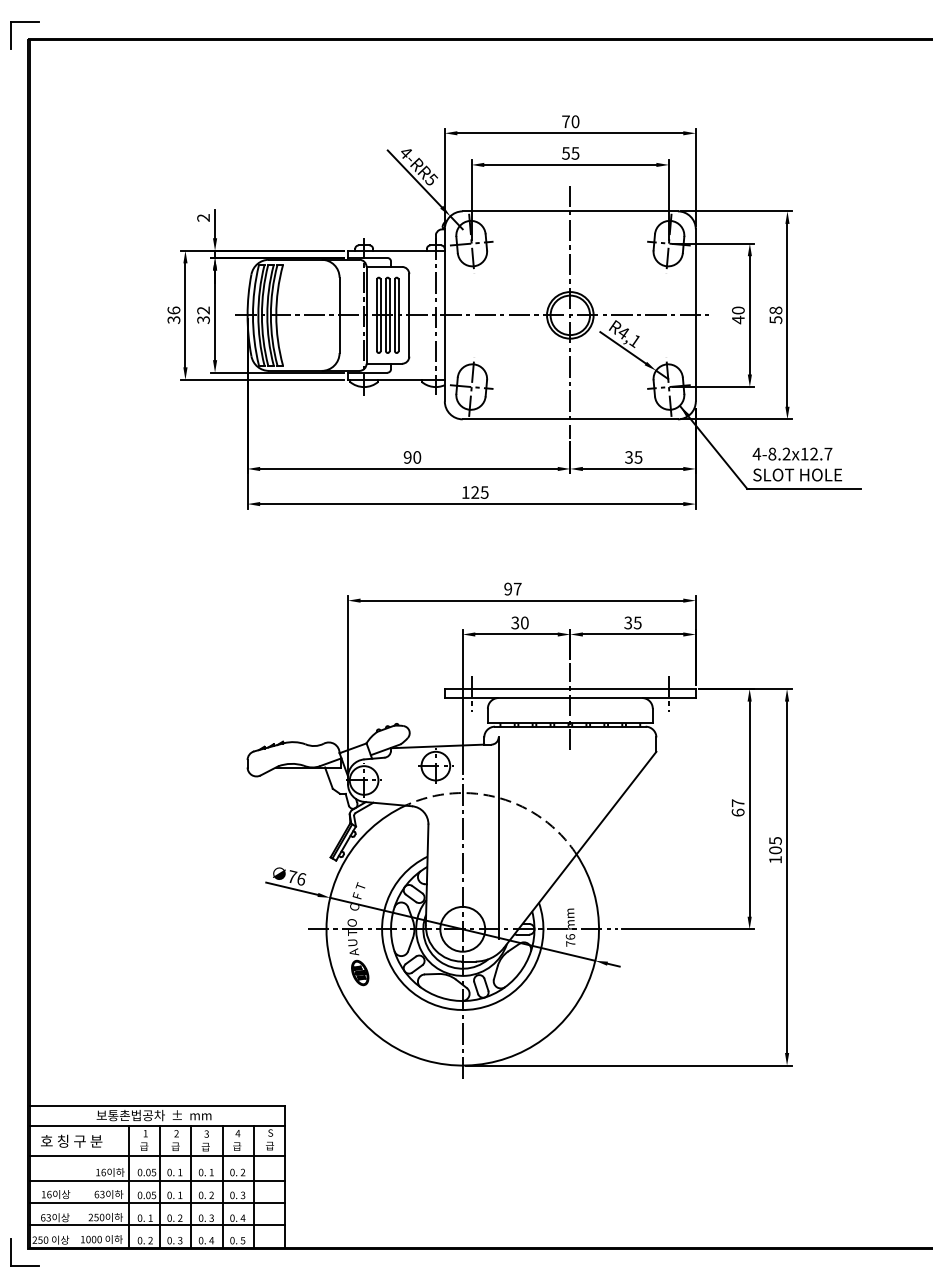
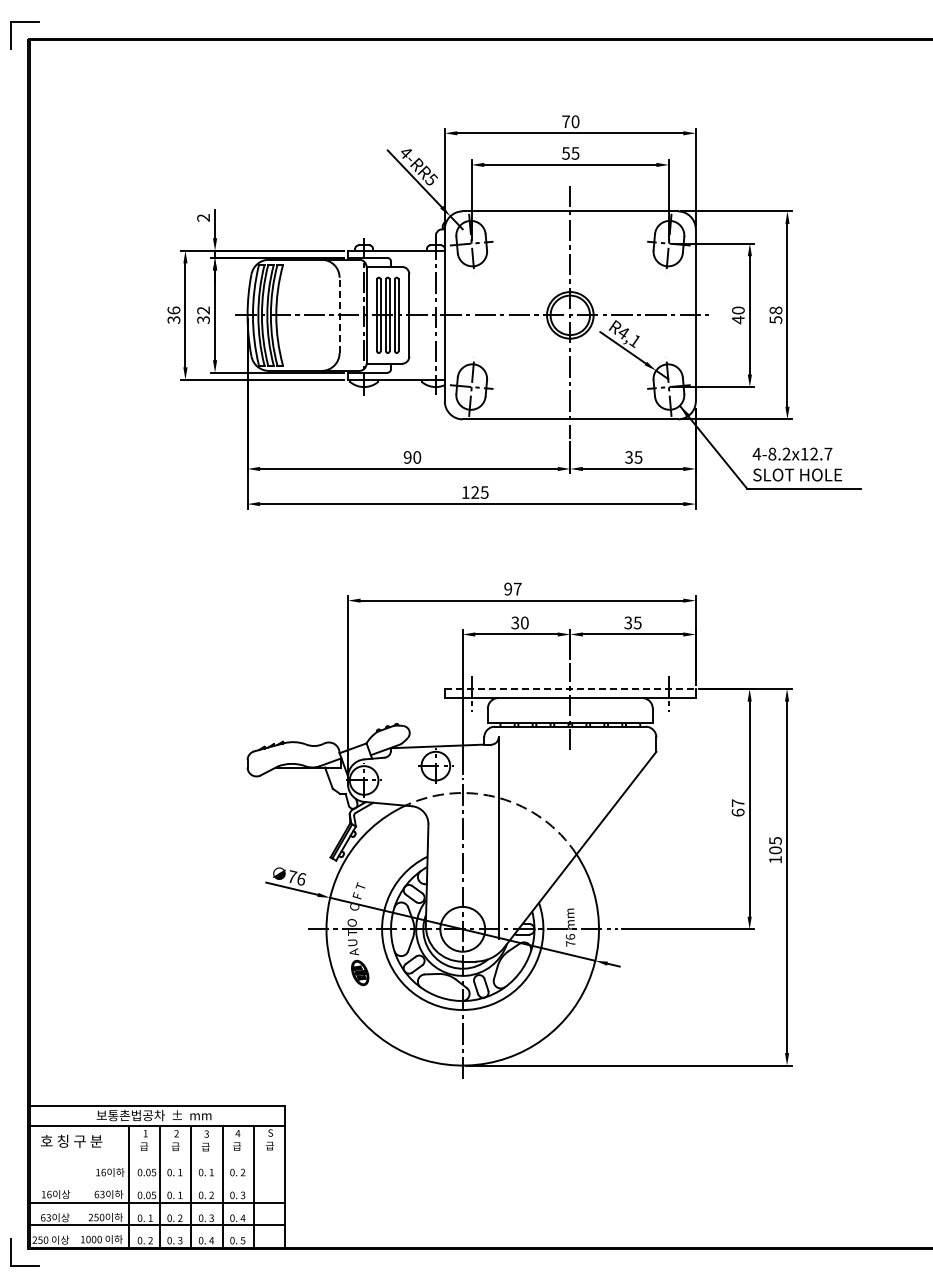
line at (339, 315): solid -> dashed
line at (570, 689): solid -> dashed
line at (157, 1155): present -> none
line at (157, 1180): present -> none
